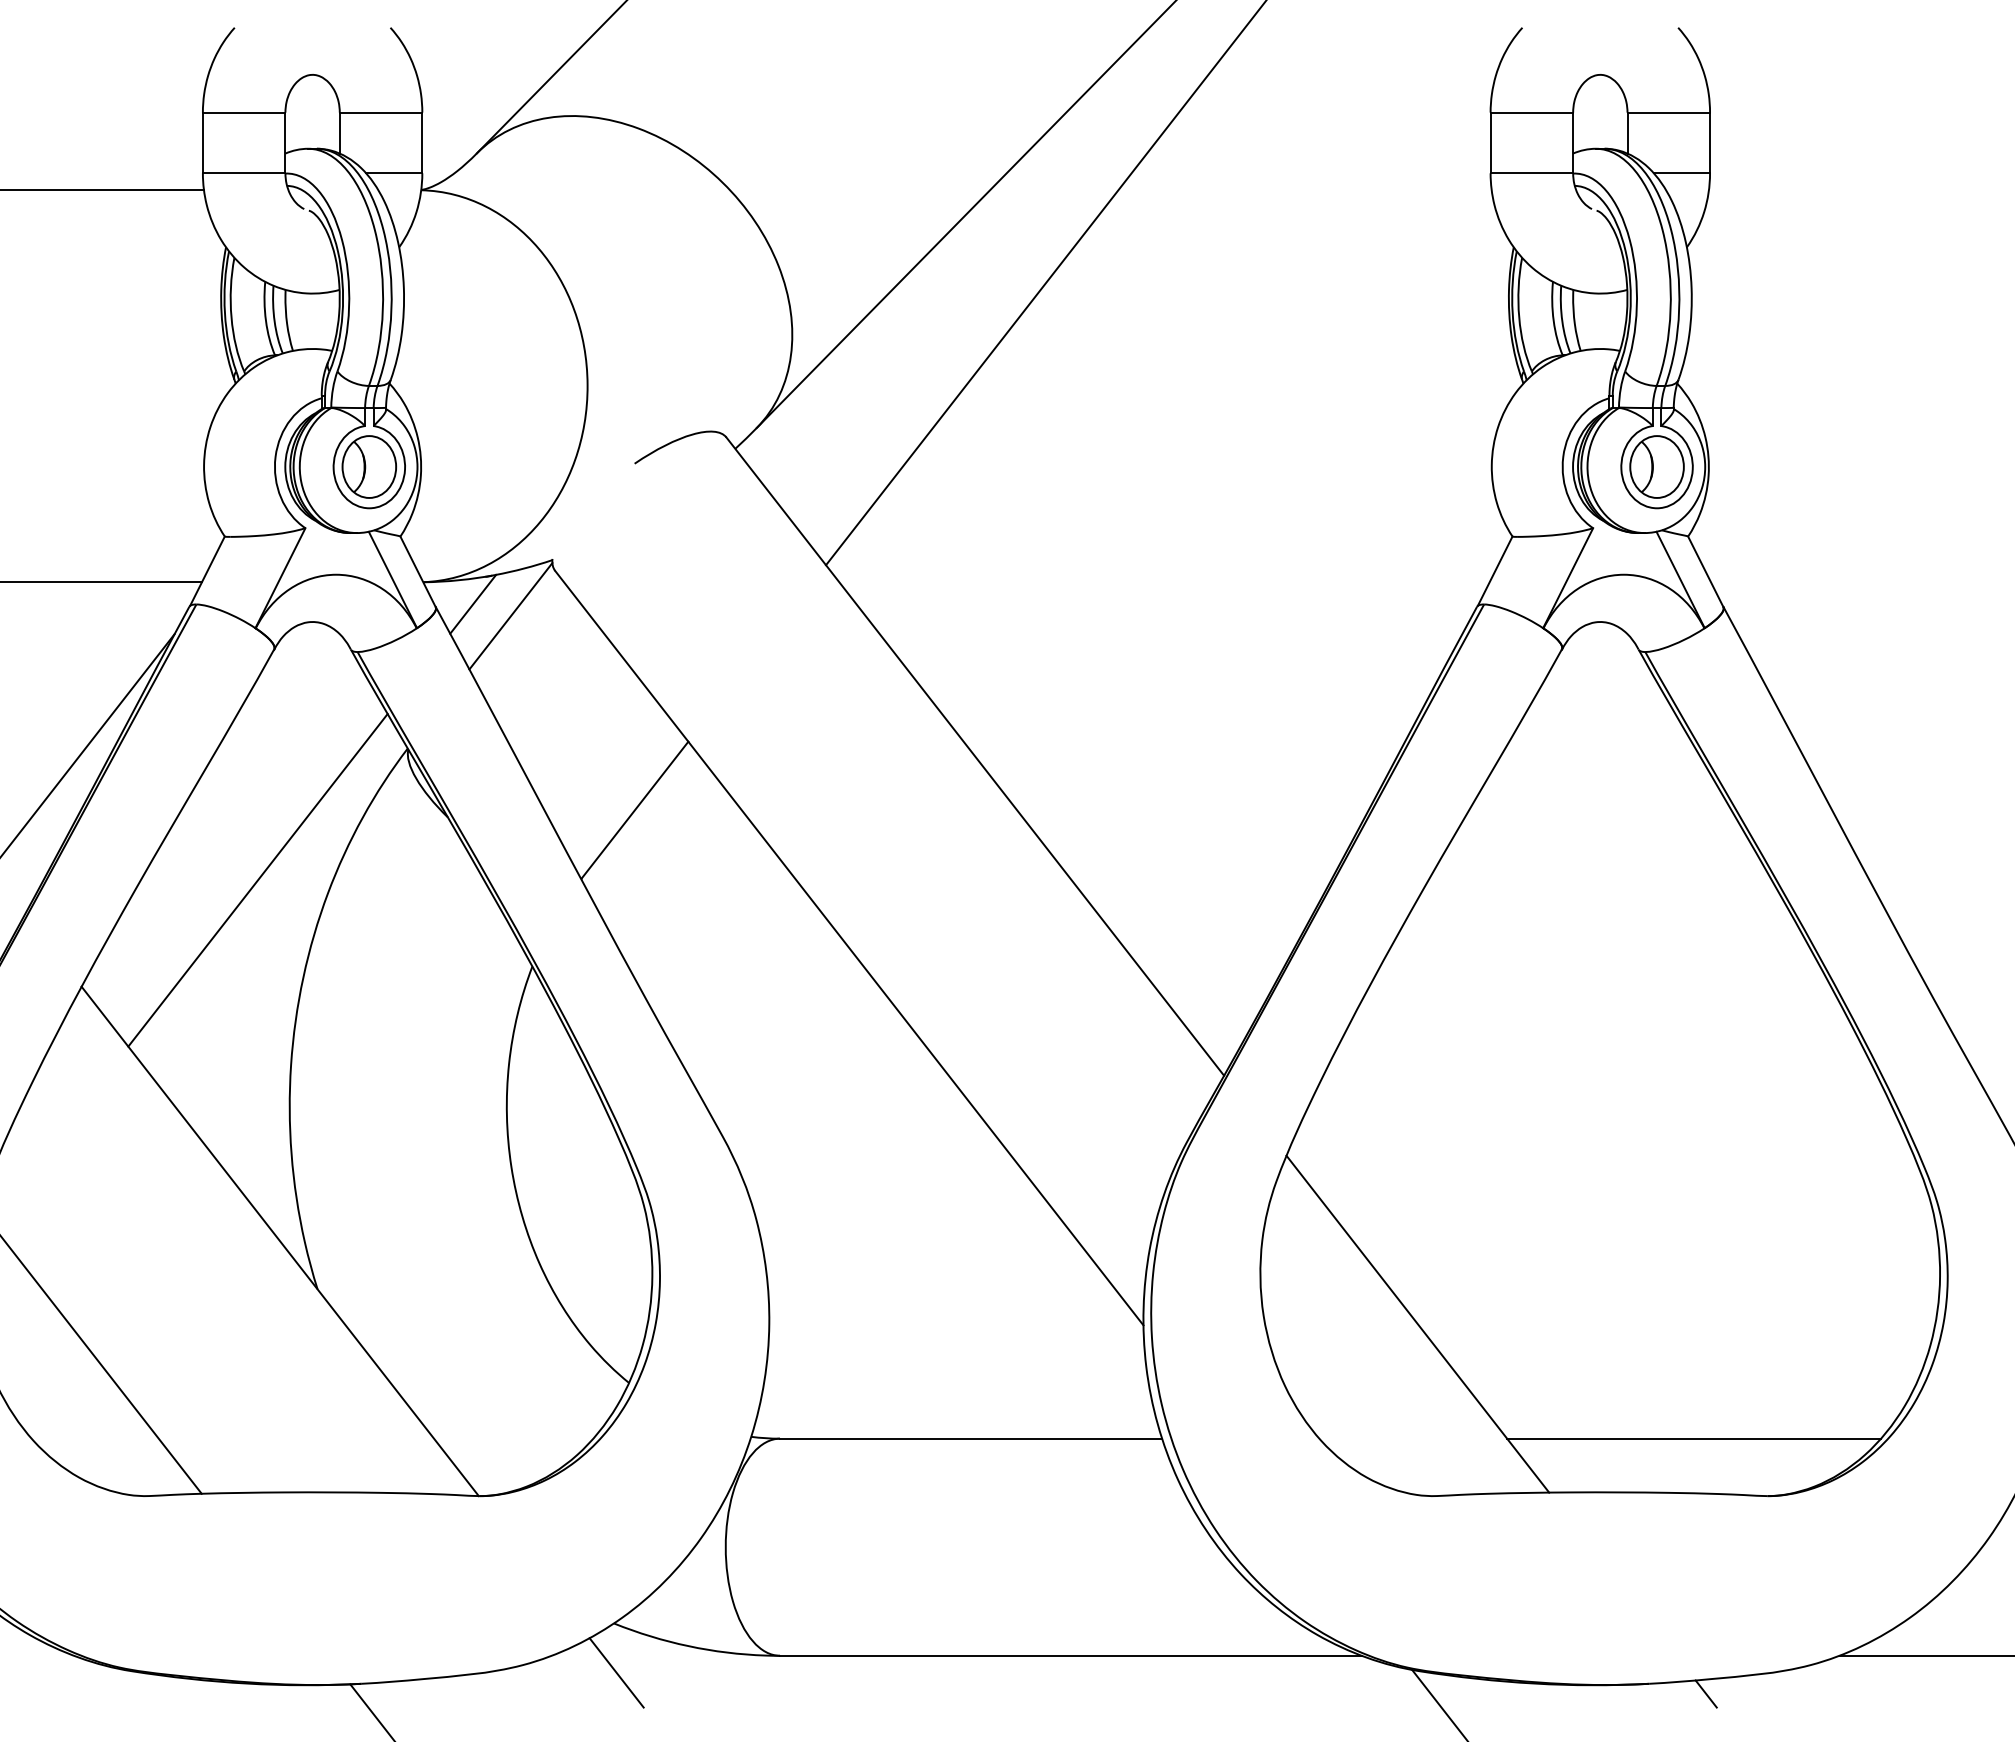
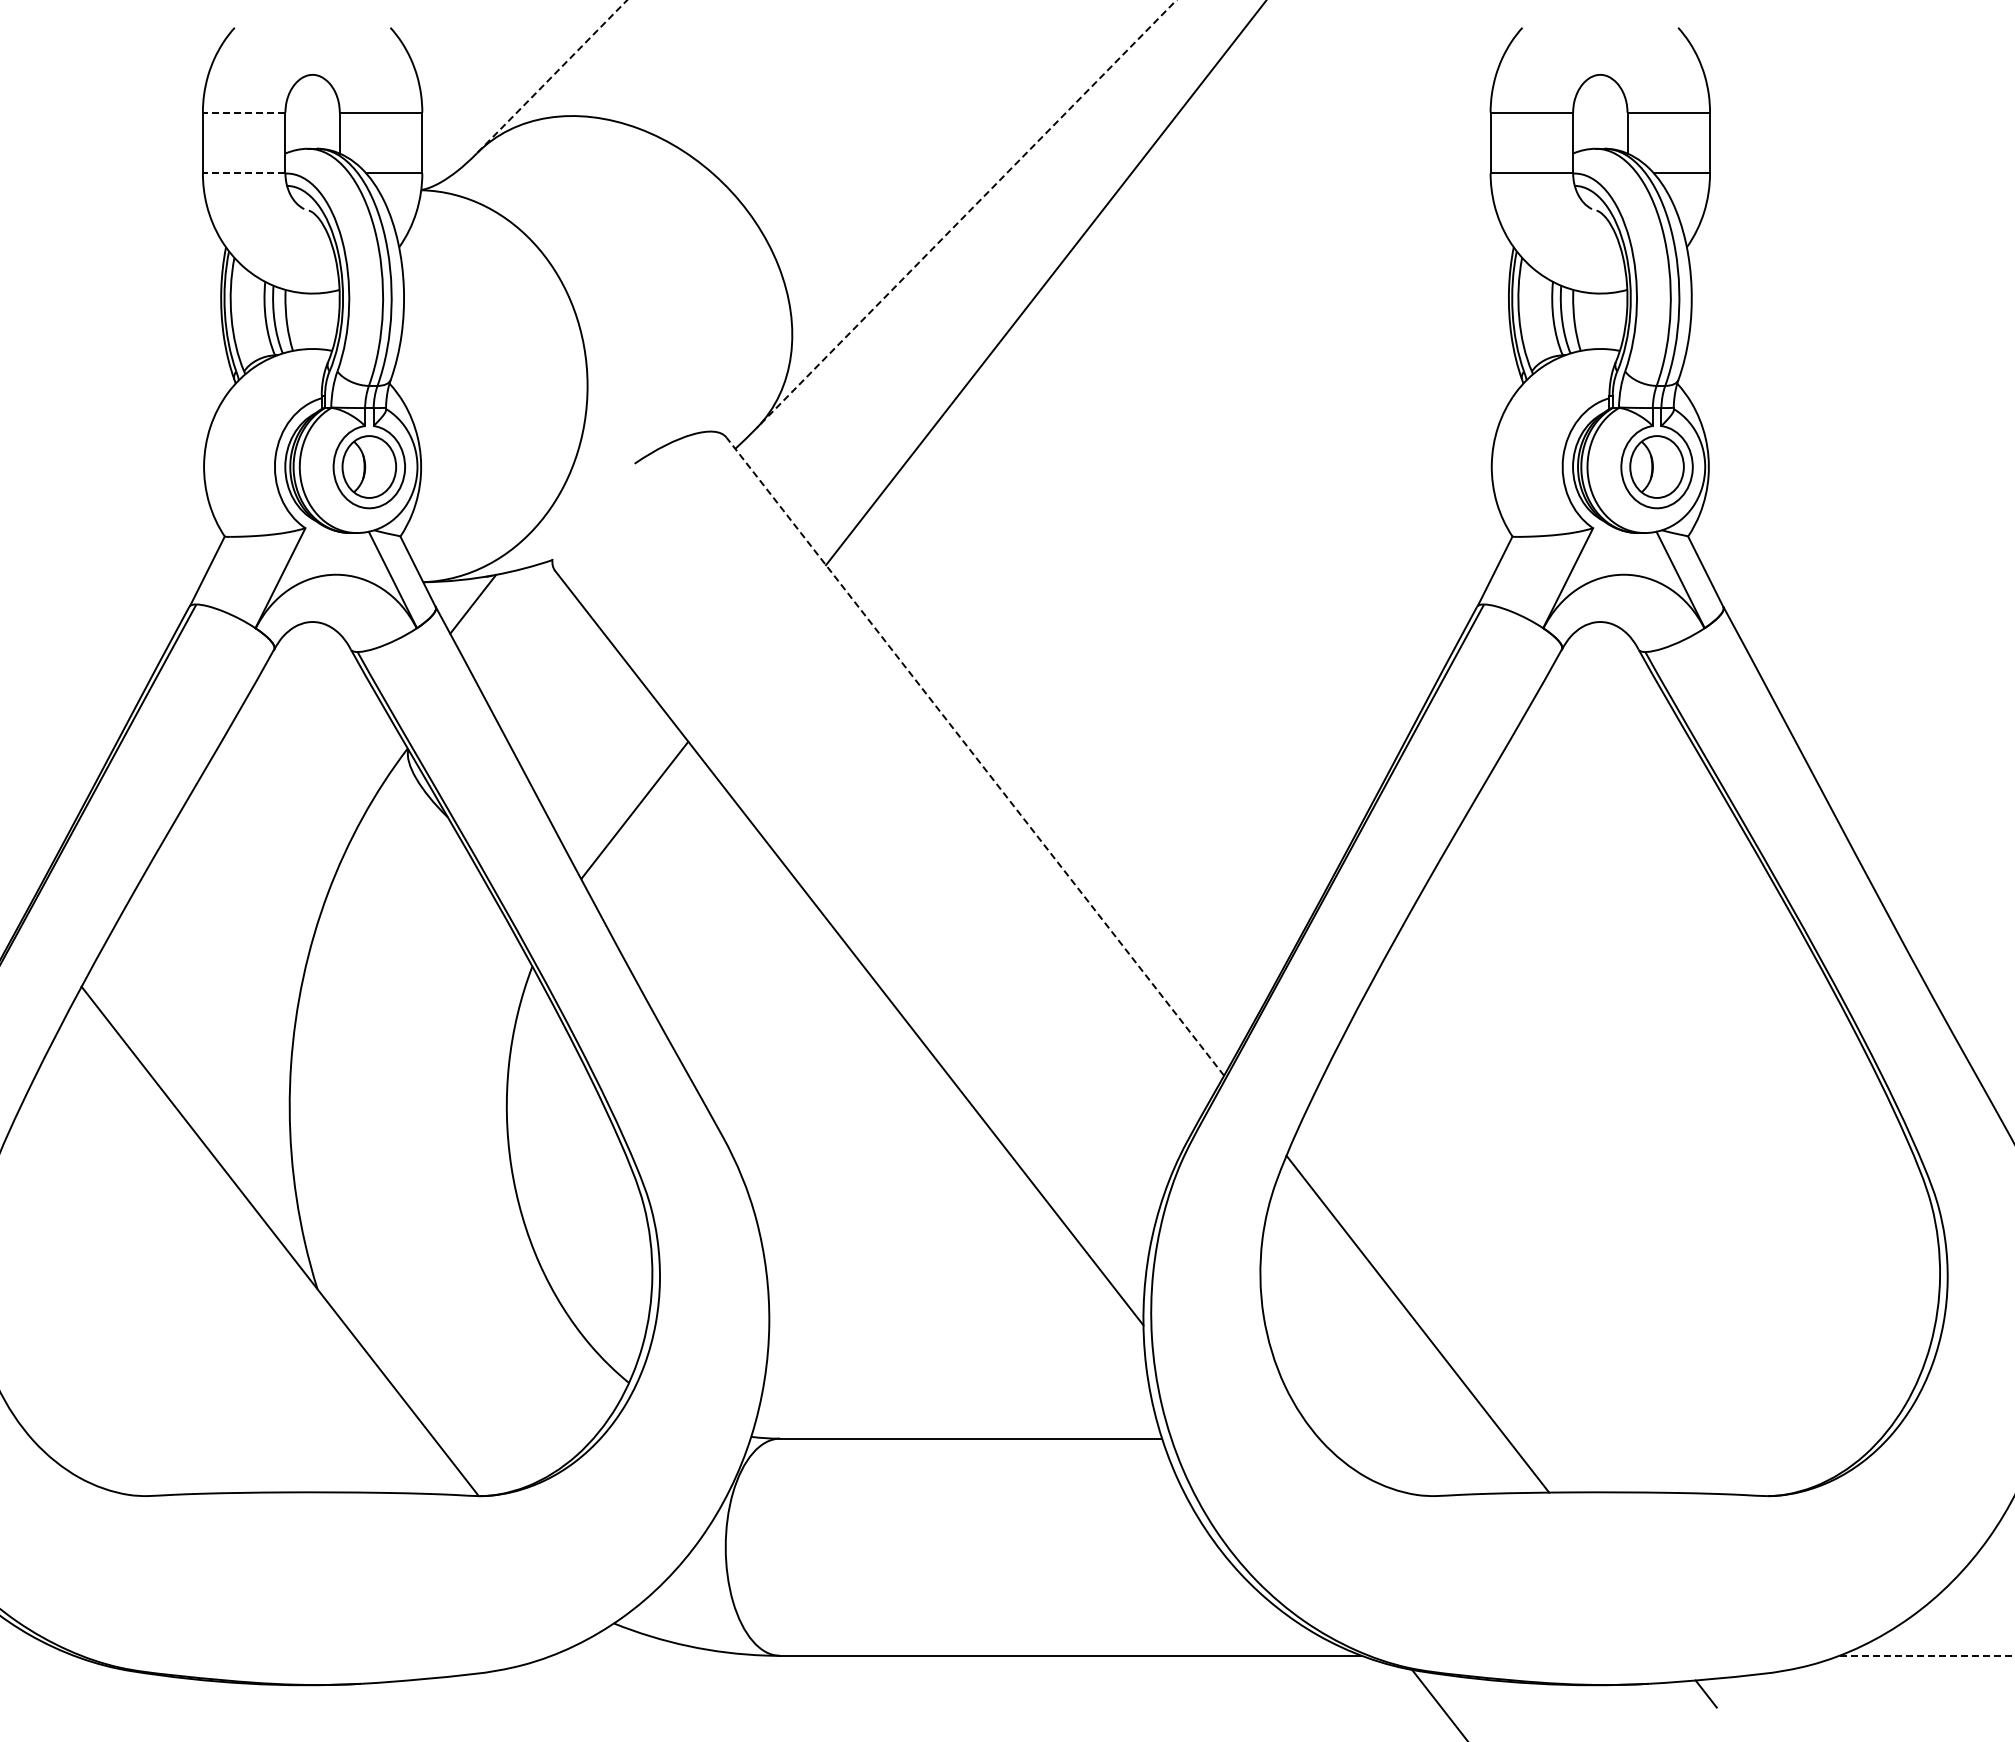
line at (551, 77): solid -> dashed
line at (243, 112): solid -> dashed
line at (243, 173): solid -> dashed
line at (102, 190): present -> none
line at (966, 214): solid -> dashed
line at (101, 582): present -> none
line at (510, 616): present -> none
line at (88, 744): present -> none
line at (975, 756): solid -> dashed
line at (257, 880): present -> none
line at (101, 1365): present -> none
line at (1694, 1438): present -> none
line at (1927, 1655): solid -> dashed
line at (616, 1672): present -> none
line at (371, 1711): present -> none
